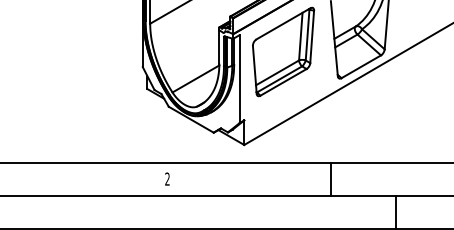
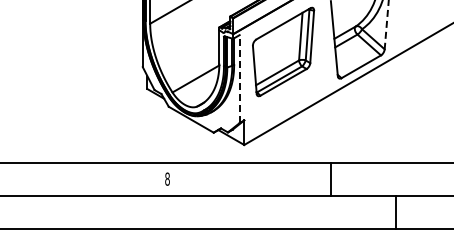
line at (386, 25): solid -> dashed
line at (239, 79): solid -> dashed
text at (167, 178): 2 -> 8
